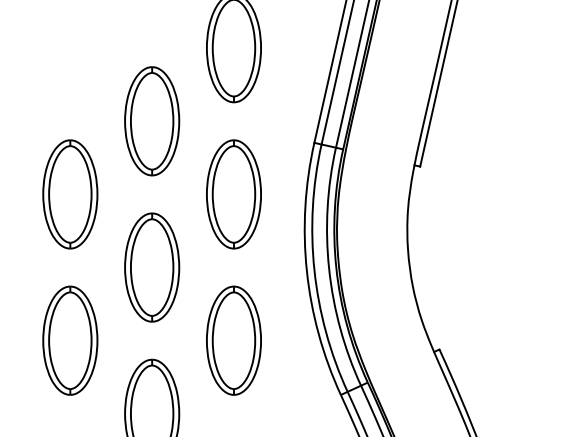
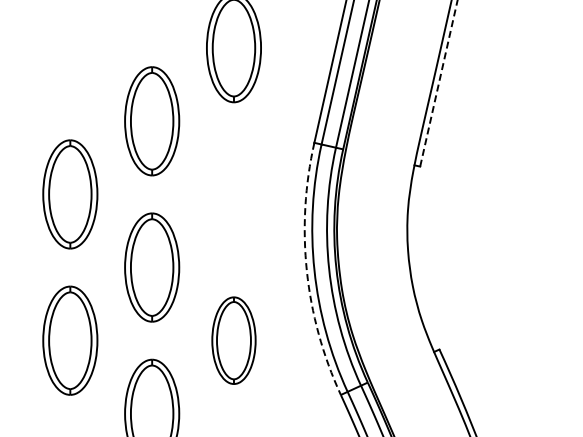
line at (438, 83): solid -> dashed
part at (233, 194): present -> none
arc at (306, 271): solid -> dashed
part at (233, 340) size: 56x111 px -> 46x89 px
